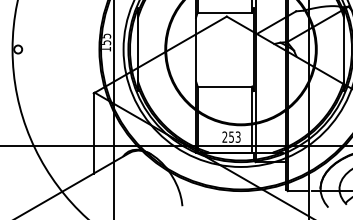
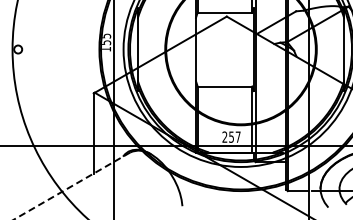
text at (237, 136): 253 -> 257
line at (71, 186): solid -> dashed
